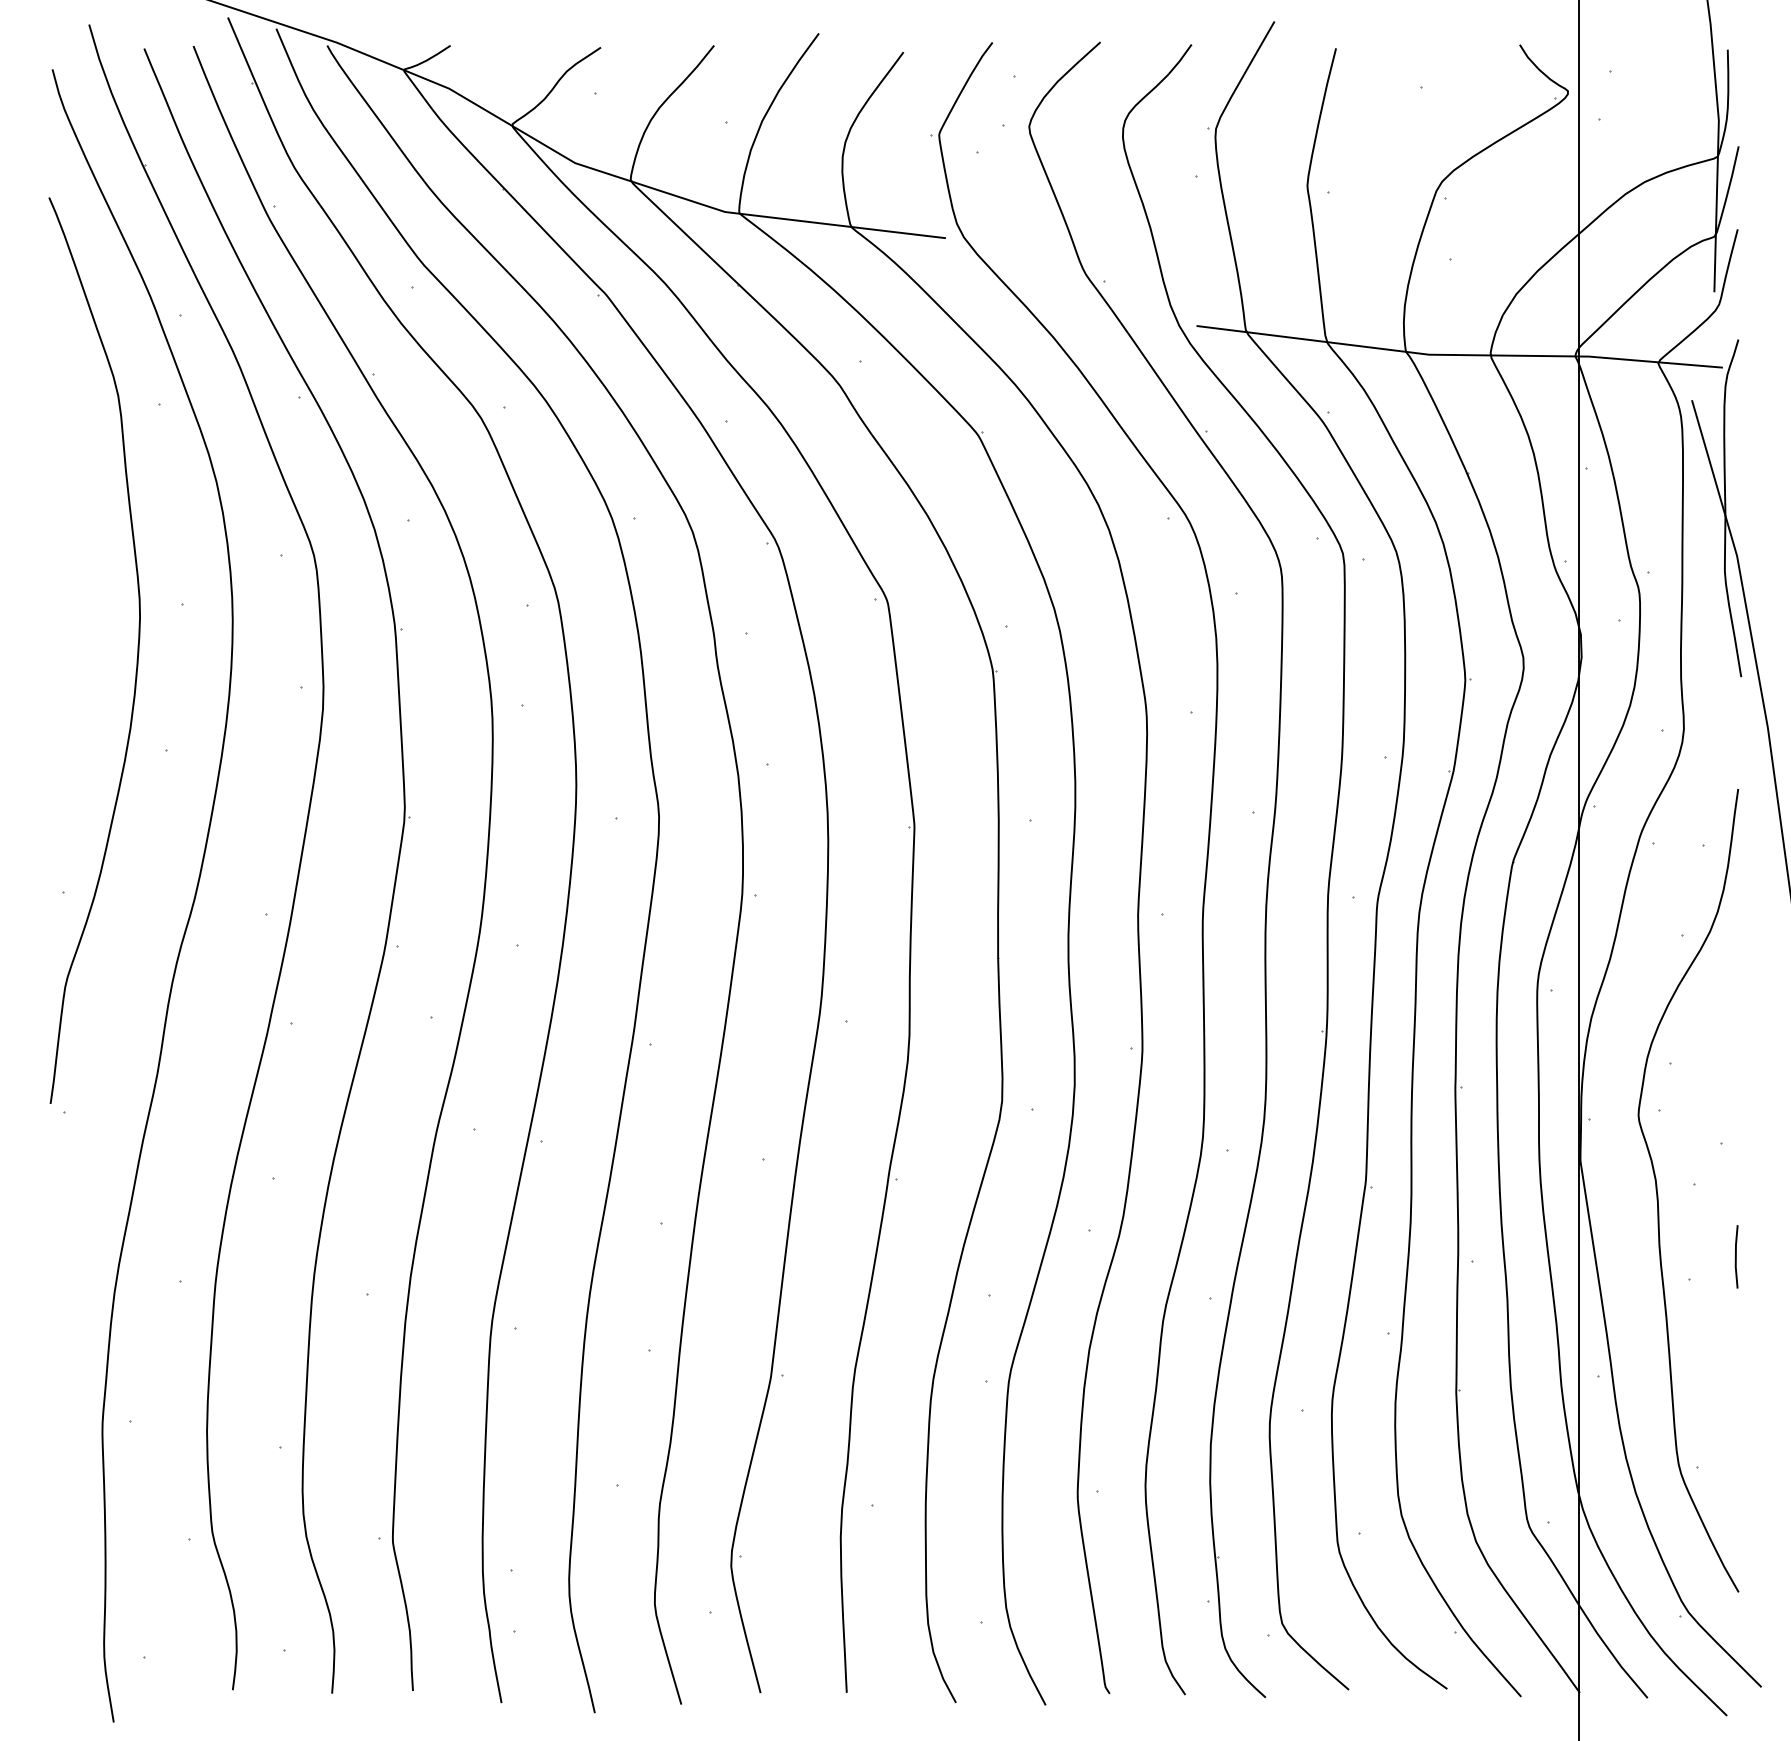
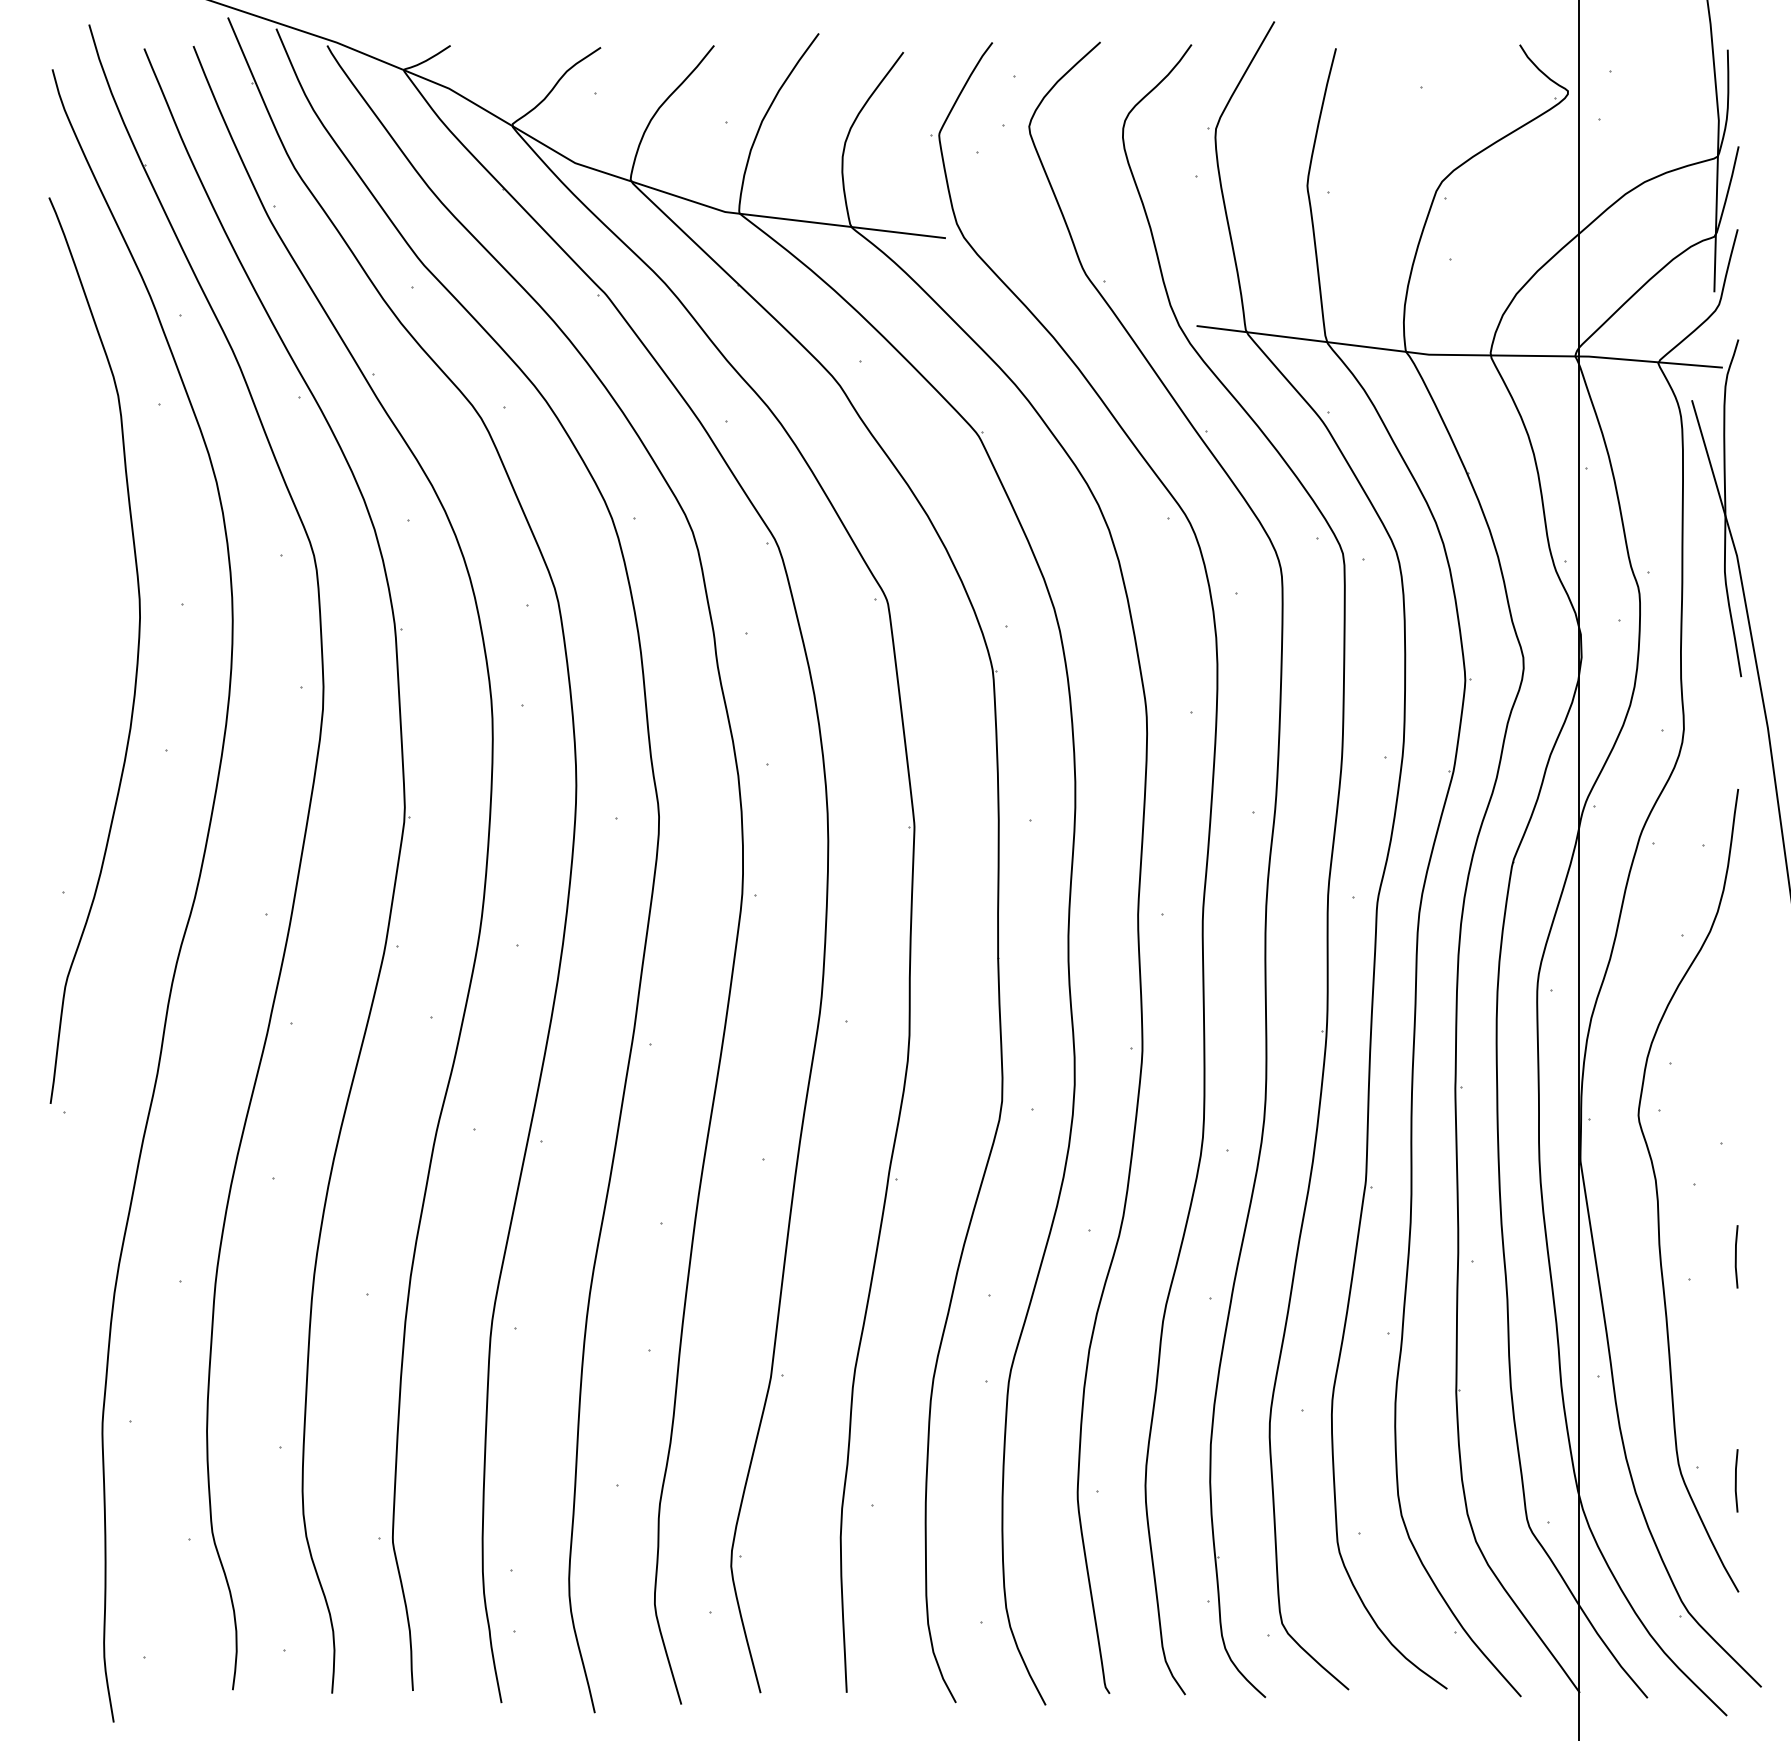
line at (1736, 1480): none -> present
